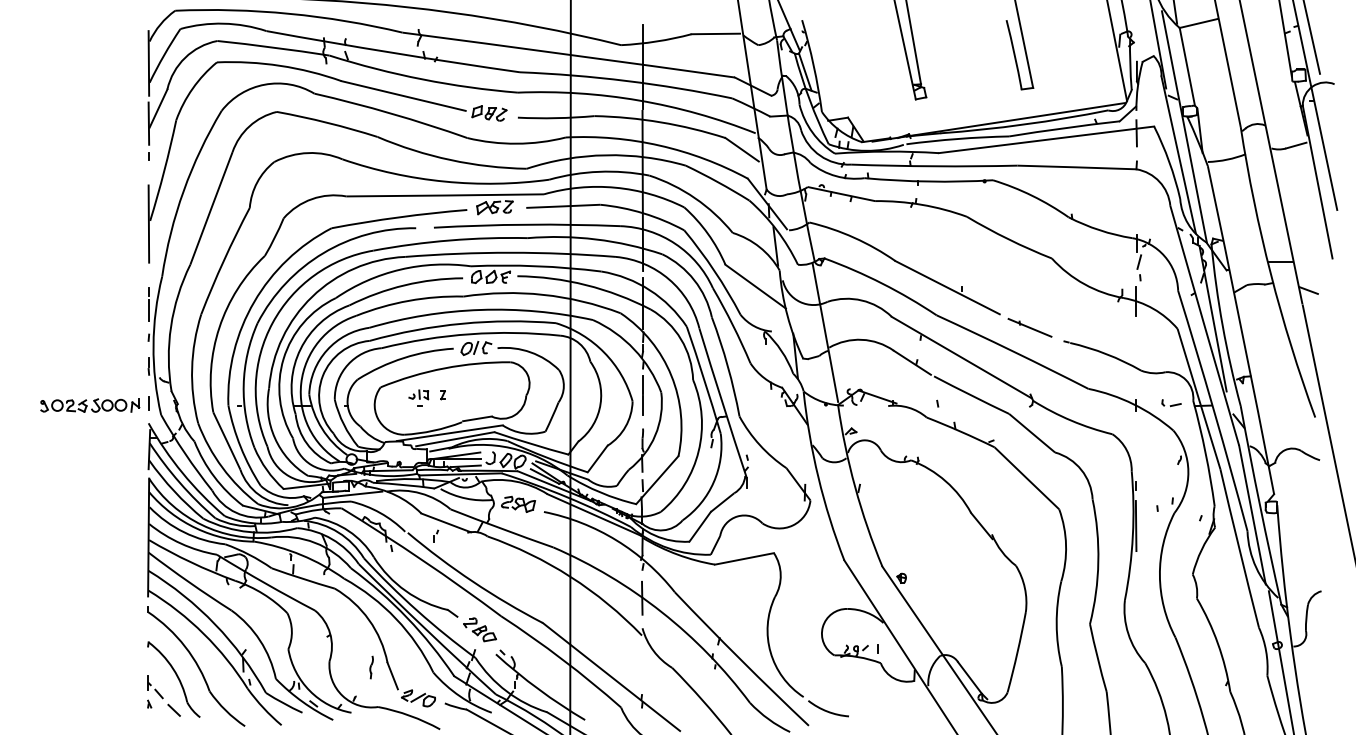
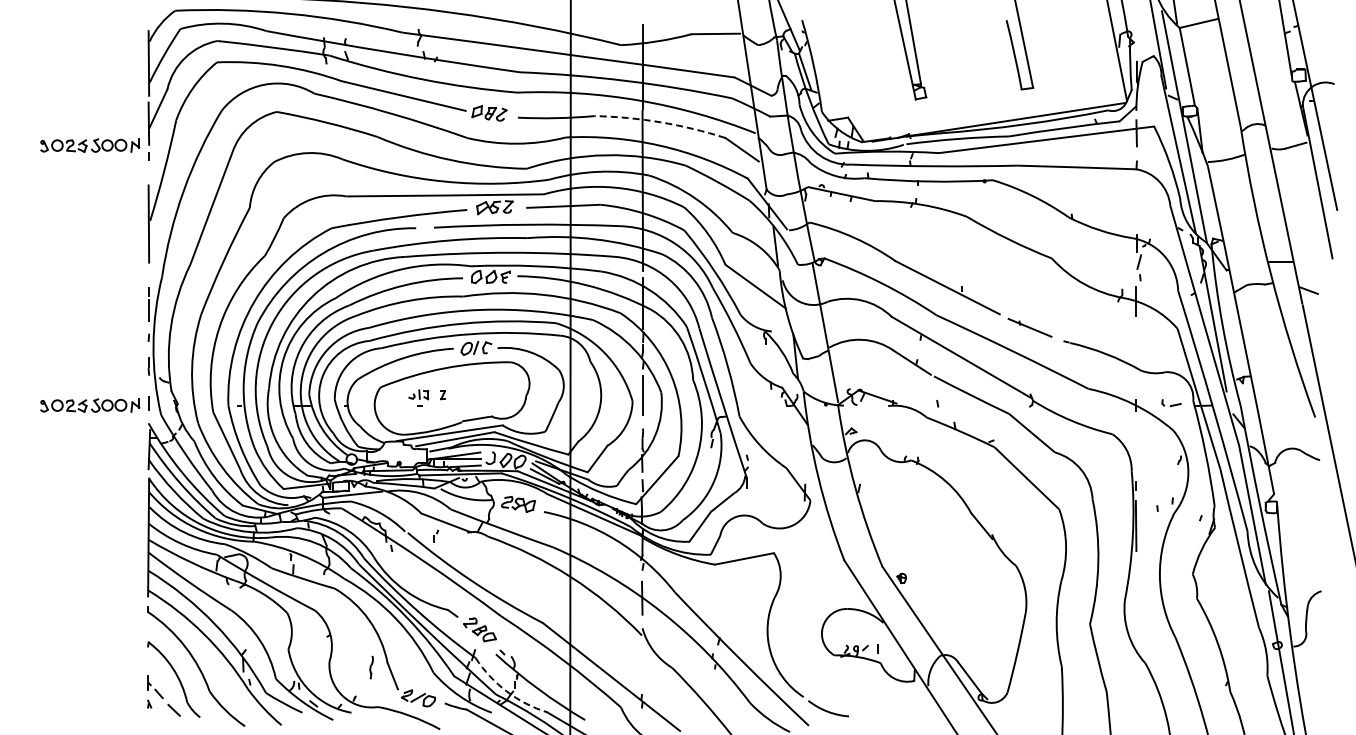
line at (1312, 37): present -> none
arc at (660, 122): solid -> dashed
part at (90, 145): none -> present
arc at (506, 691): solid -> dashed
